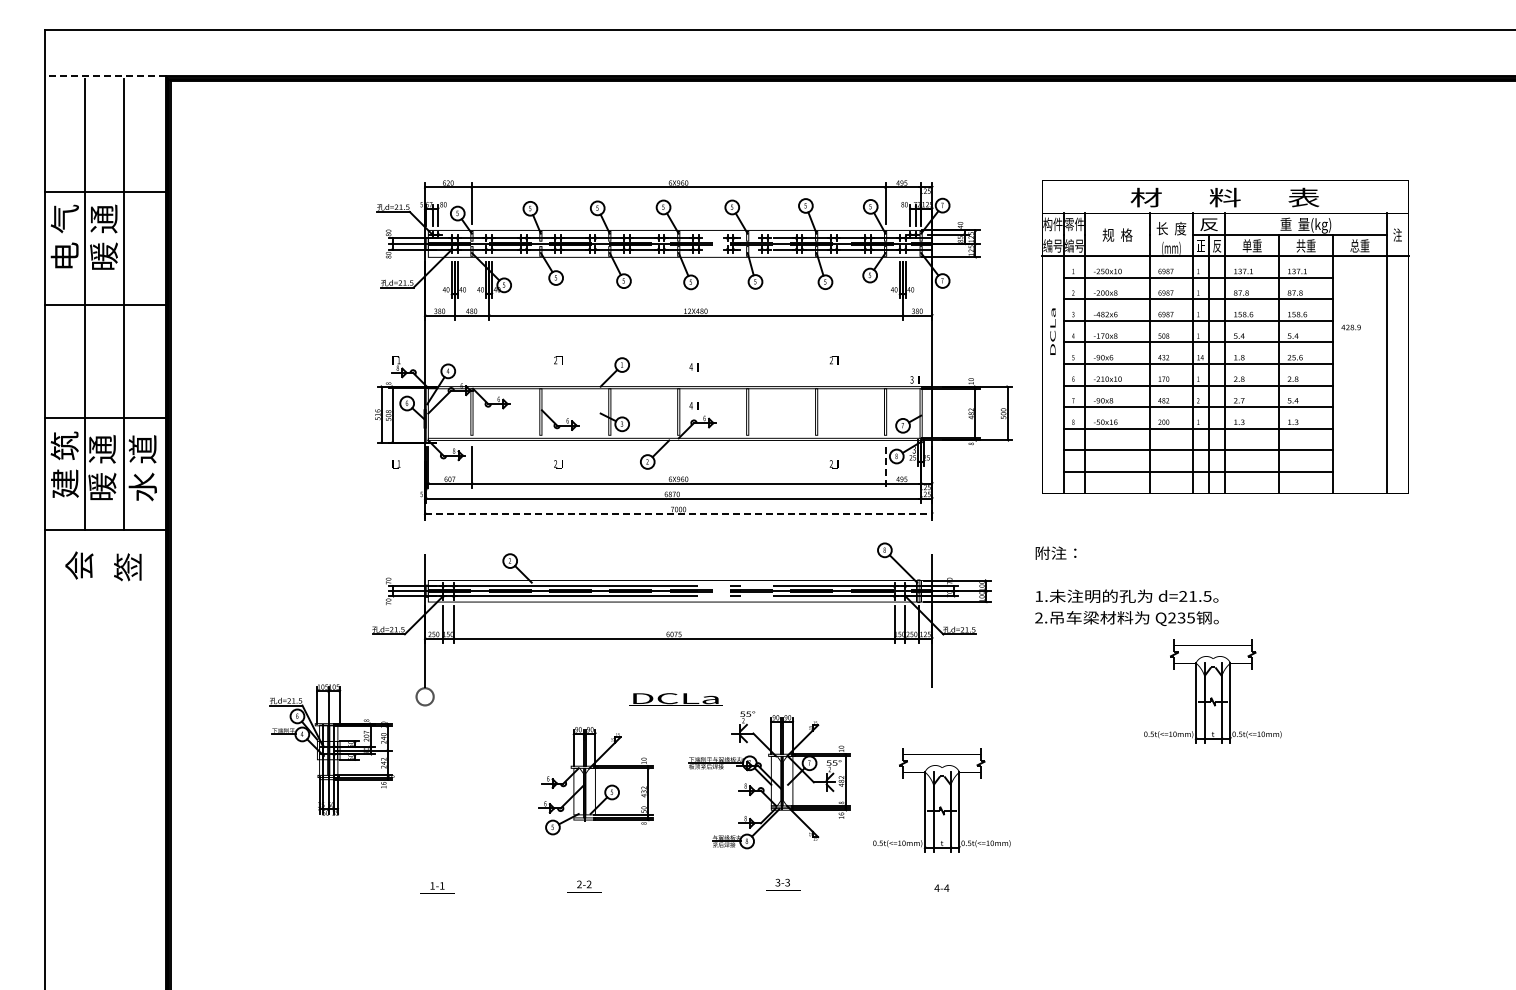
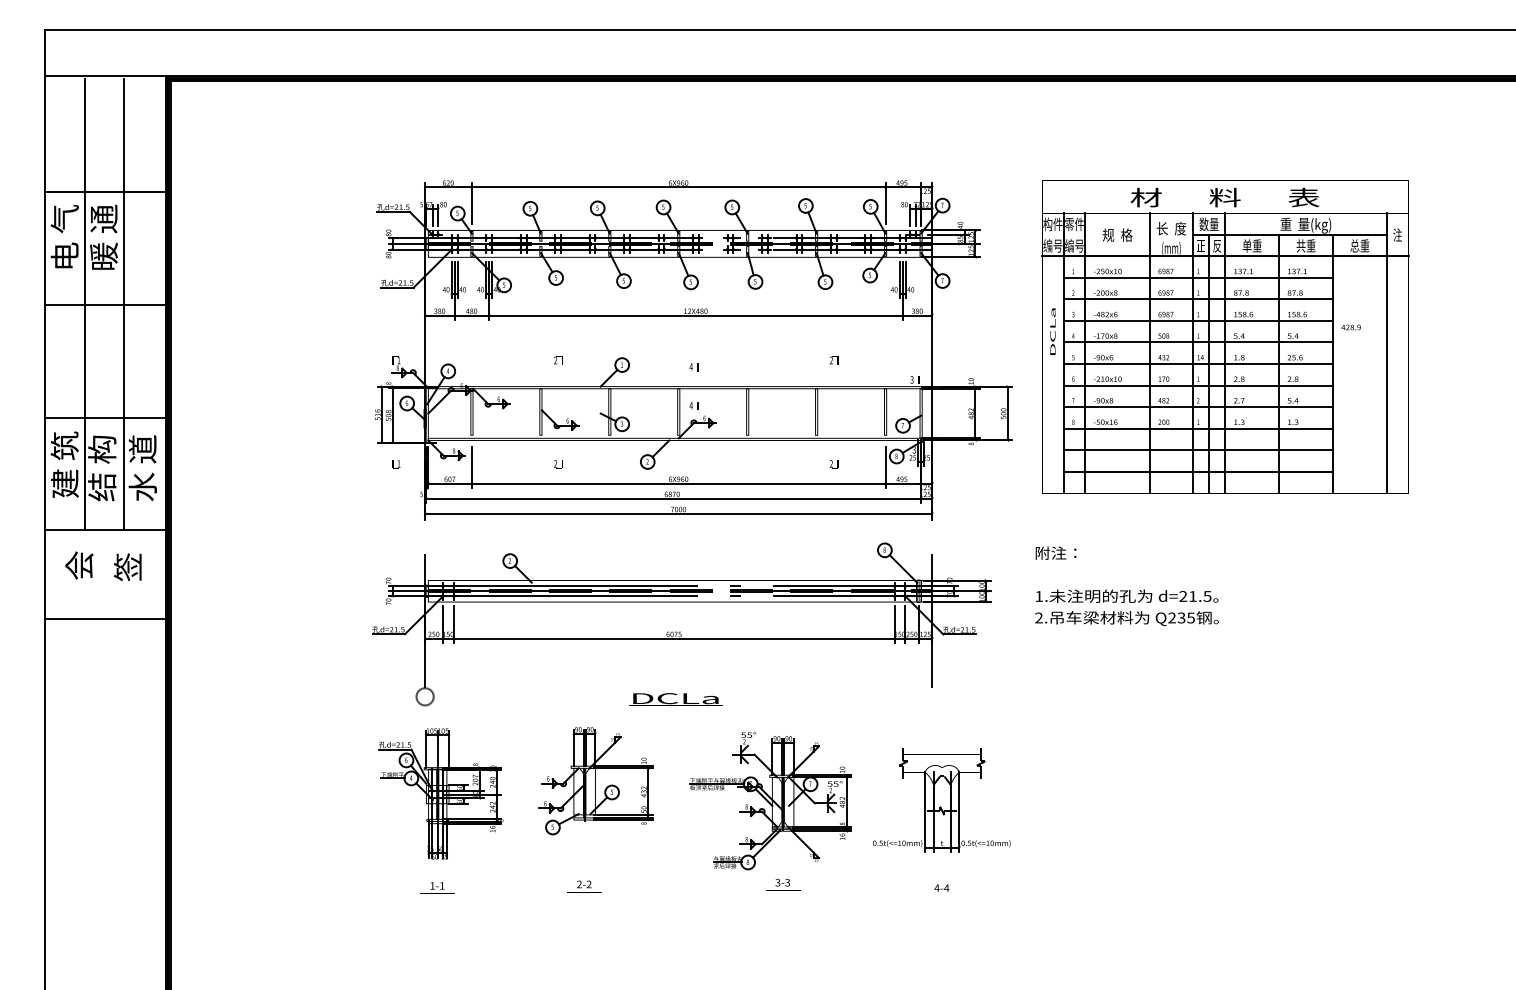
line at (105, 76): dashed -> solid
text at (1208, 224): 反 -> 数量
line at (885, 467): dashed -> solid
text at (102, 468): 暖 通 -> 结 构
line at (678, 513): dashed -> solid
line at (106, 618): none -> present
part at (1212, 691): present -> none
part at (331, 749) position: (331, 749) -> (440, 793)
part at (769, 780) position: (769, 780) -> (770, 801)
